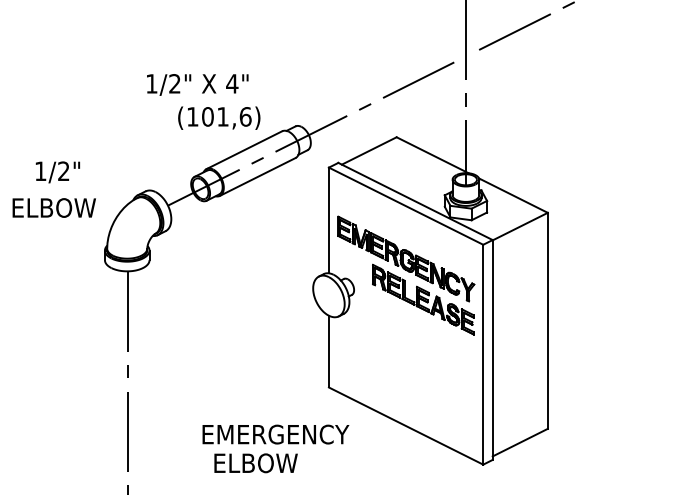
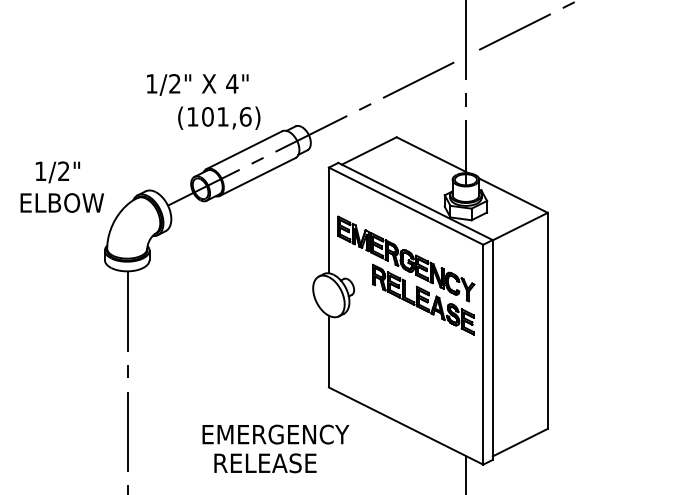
text at (53, 207) position: (53, 207) -> (61, 202)
text at (266, 463): ELBOW -> RELEASE
line at (466, 473): none -> present
